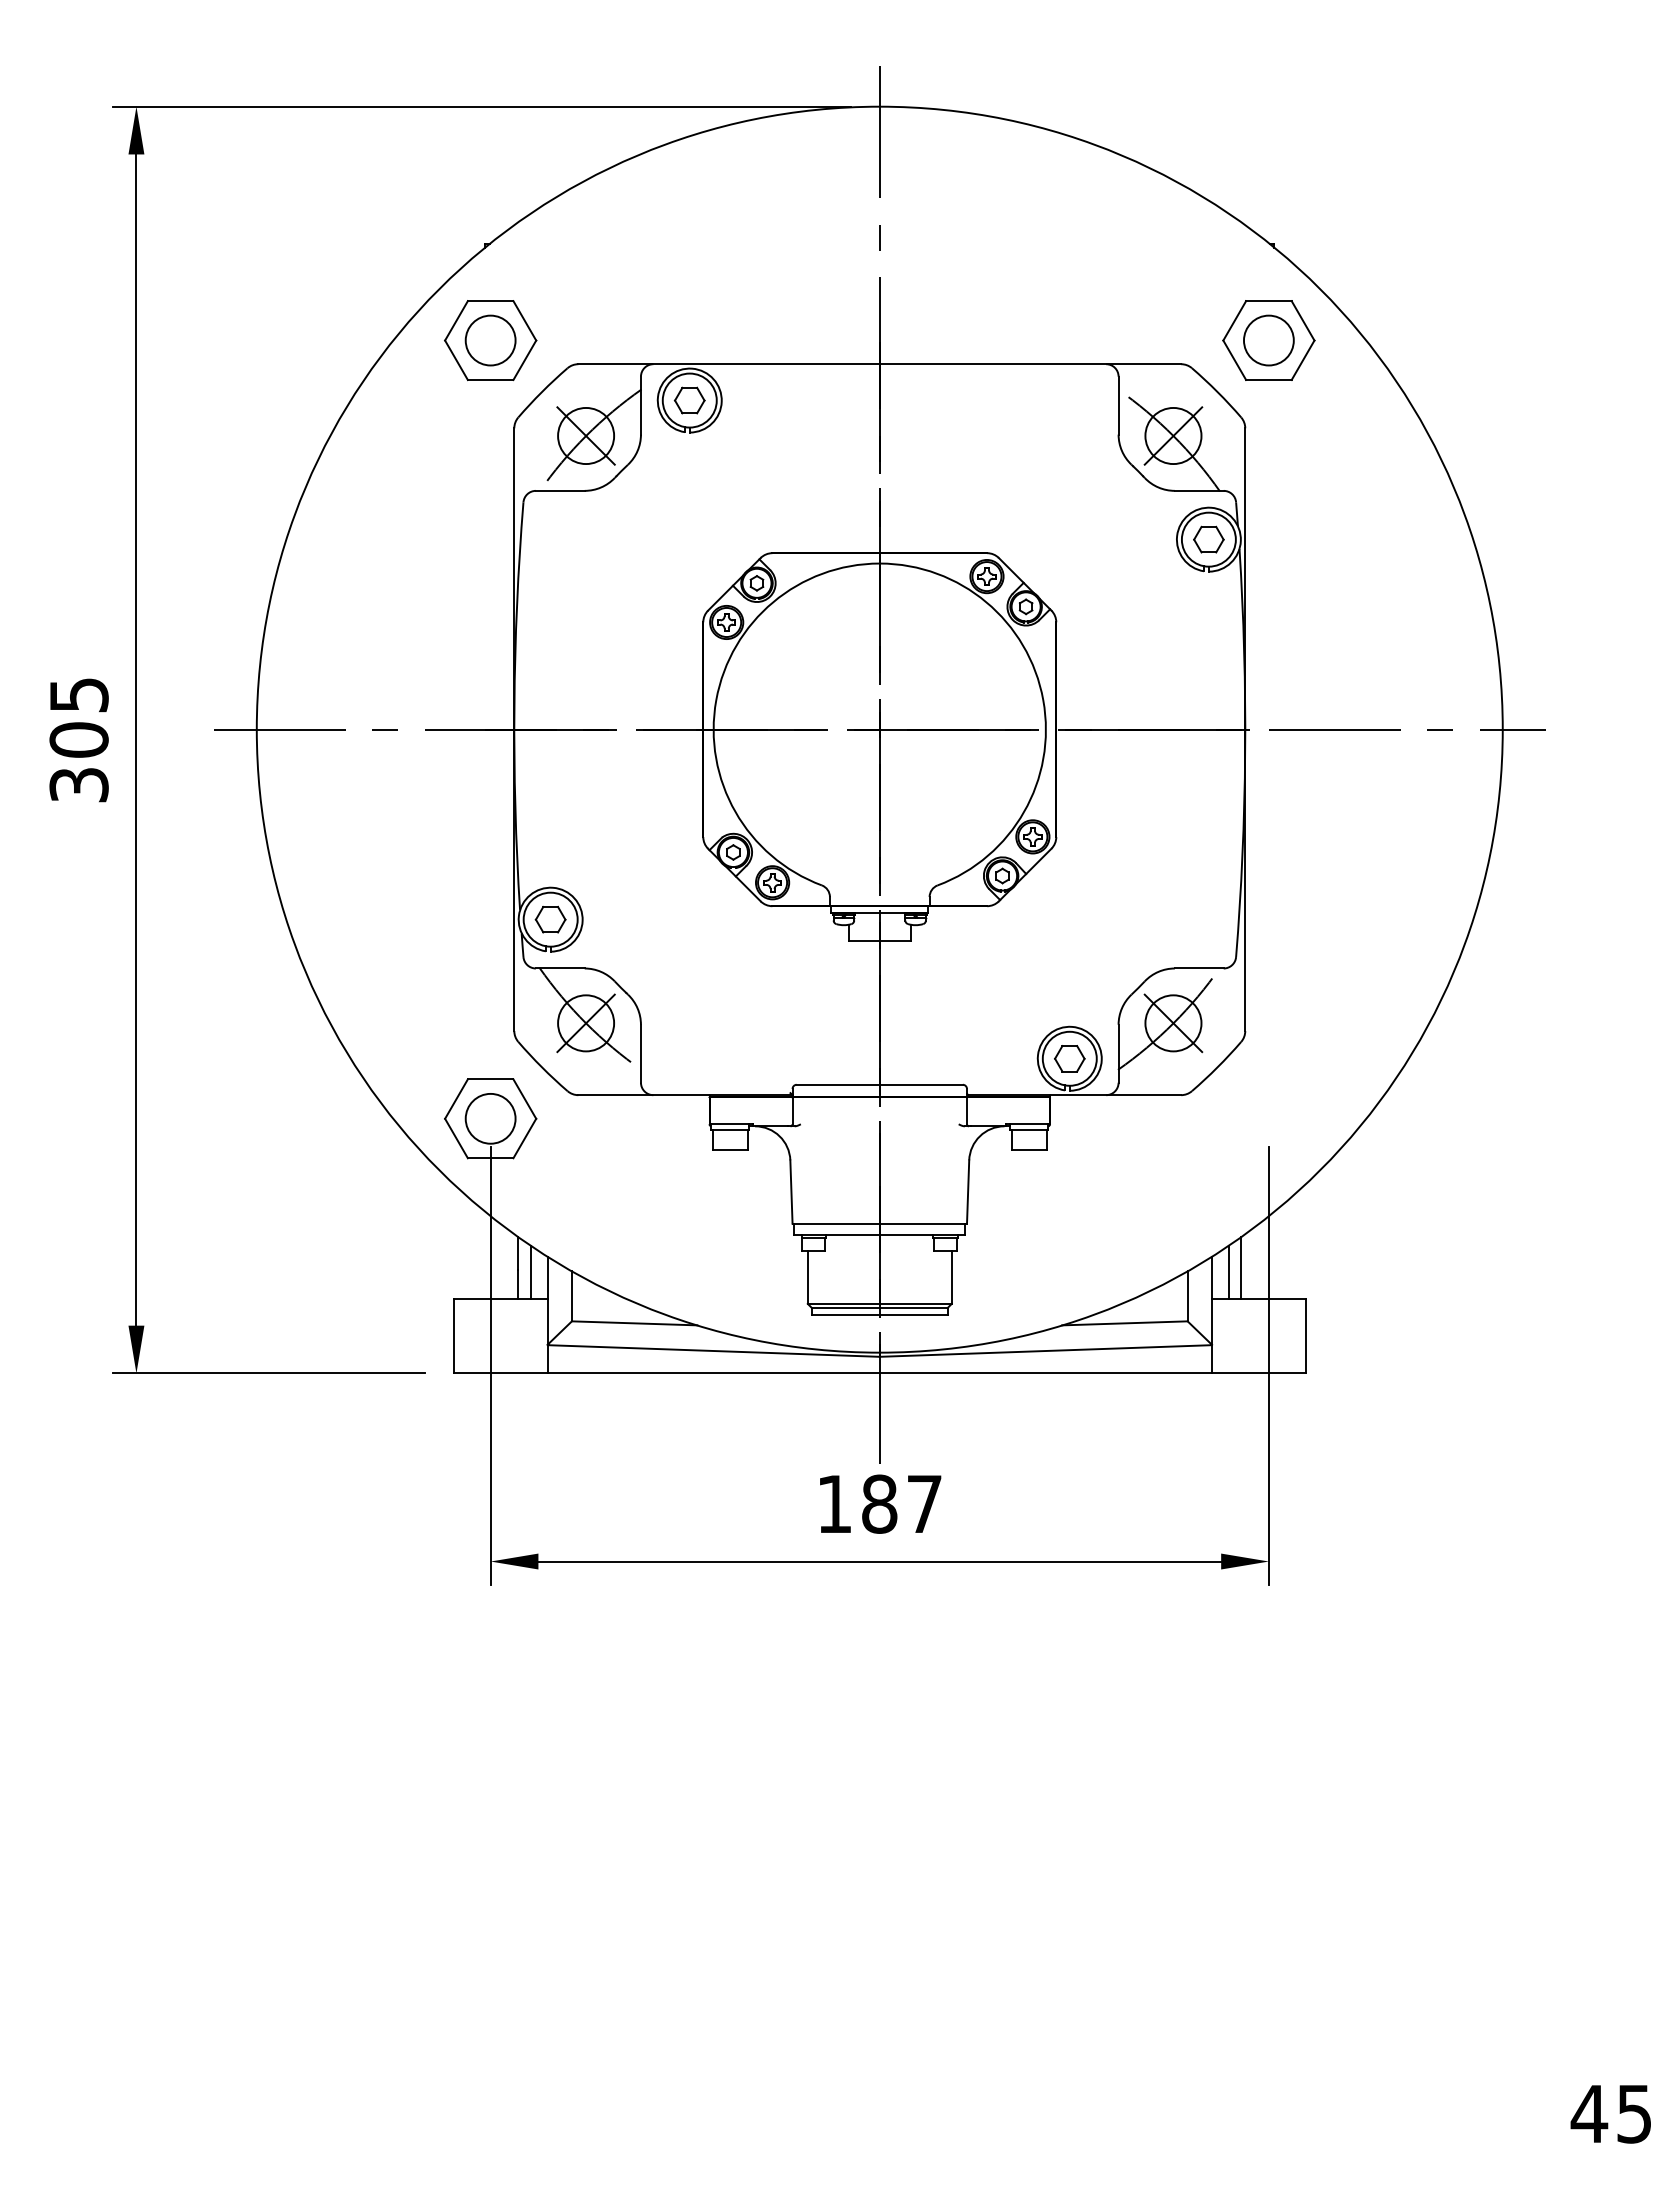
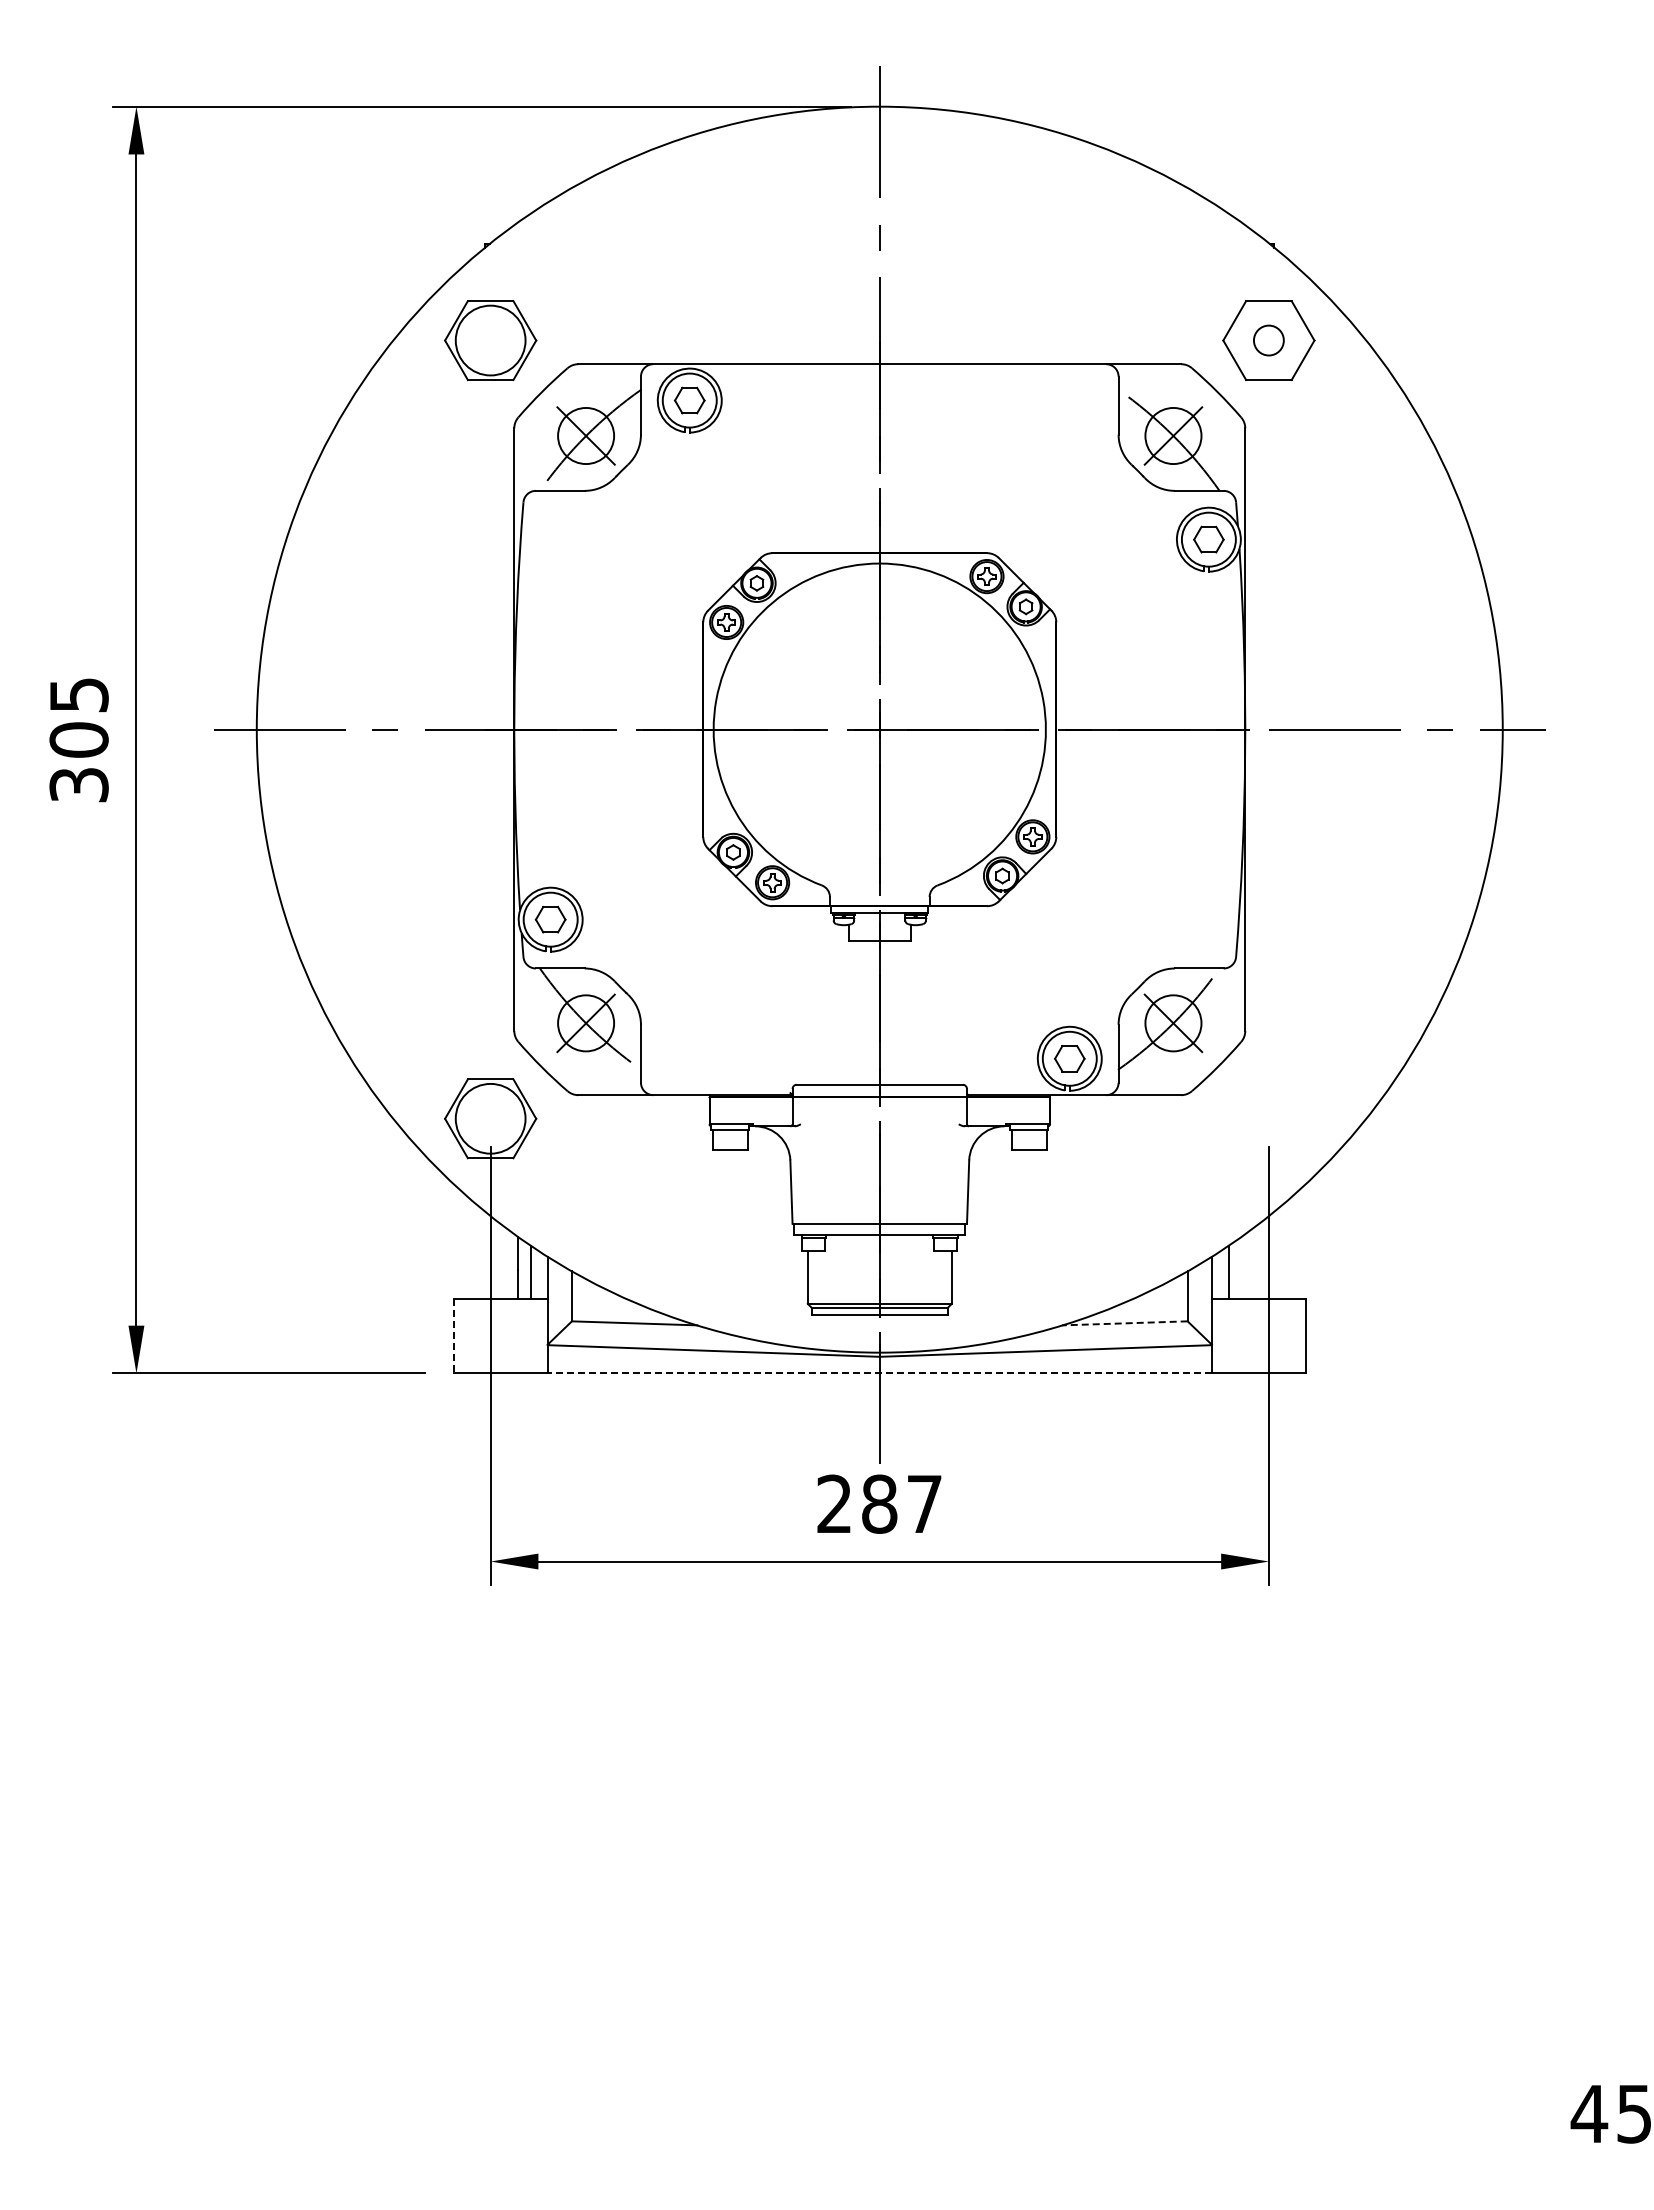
circle at (490, 340) diameter: 50 px -> 70 px
circle at (1268, 340) diameter: 50 px -> 30 px
circle at (490, 1118) diameter: 50 px -> 70 px
line at (1241, 1267): present -> none
line at (1124, 1323): solid -> dashed
line at (454, 1336): solid -> dashed
line at (879, 1373): solid -> dashed
text at (833, 1503): 187 -> 287
